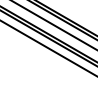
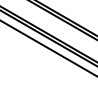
line at (53, 25): present -> none
